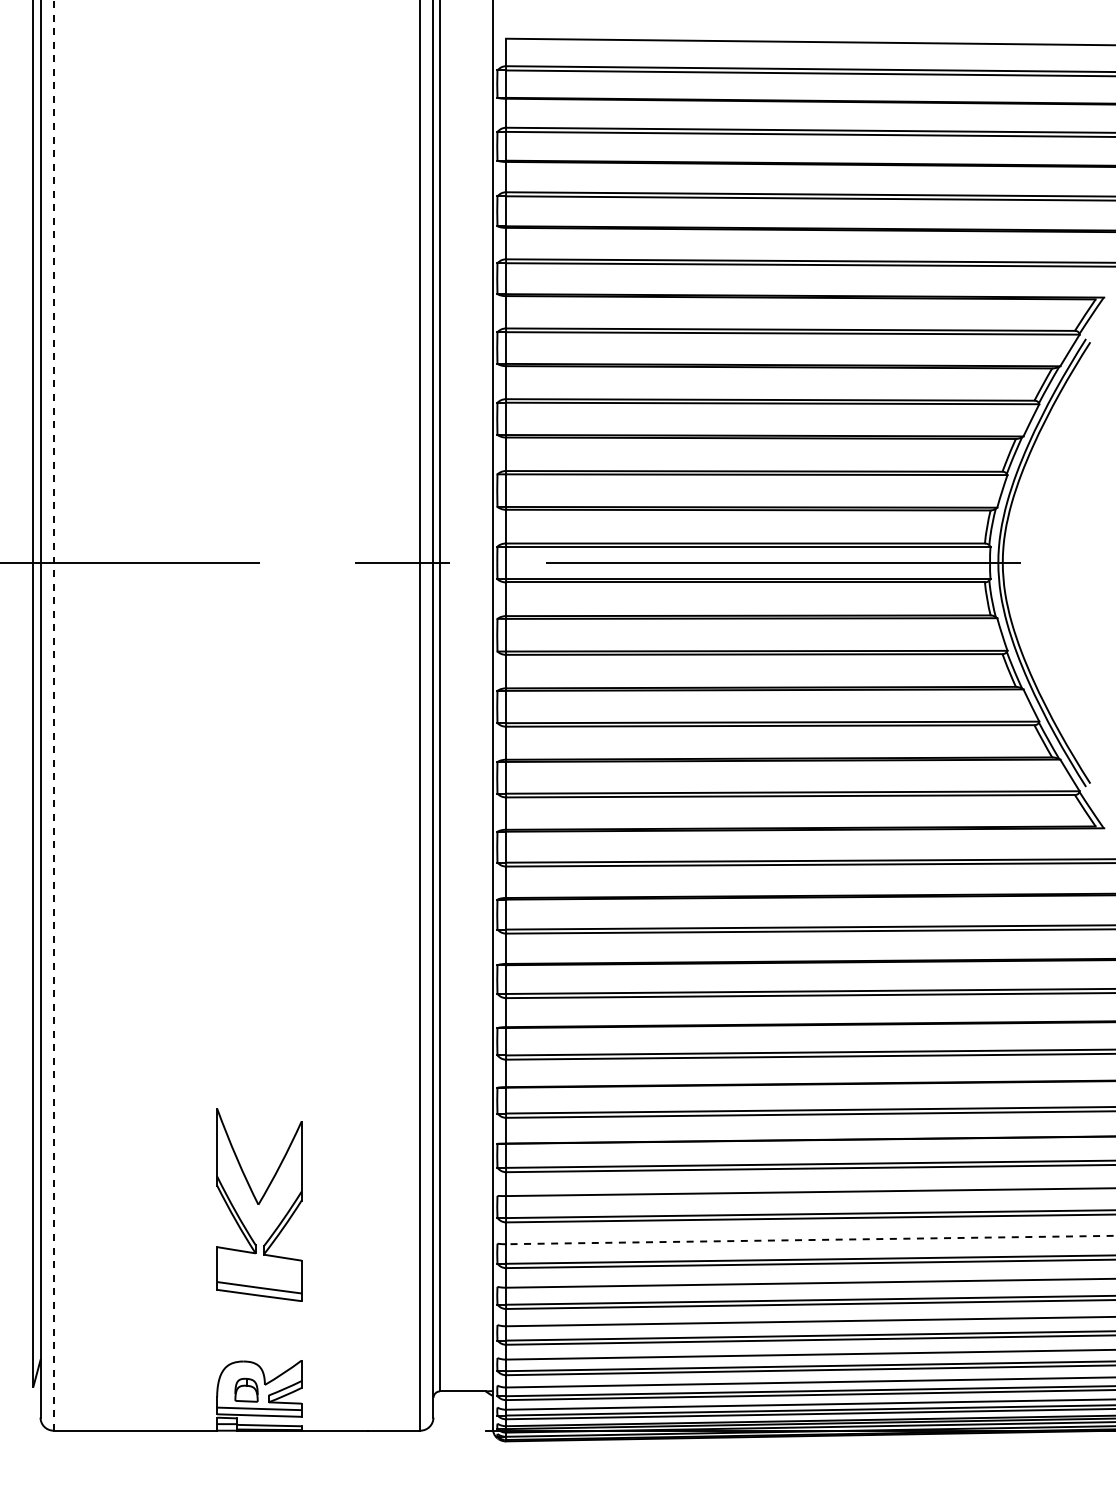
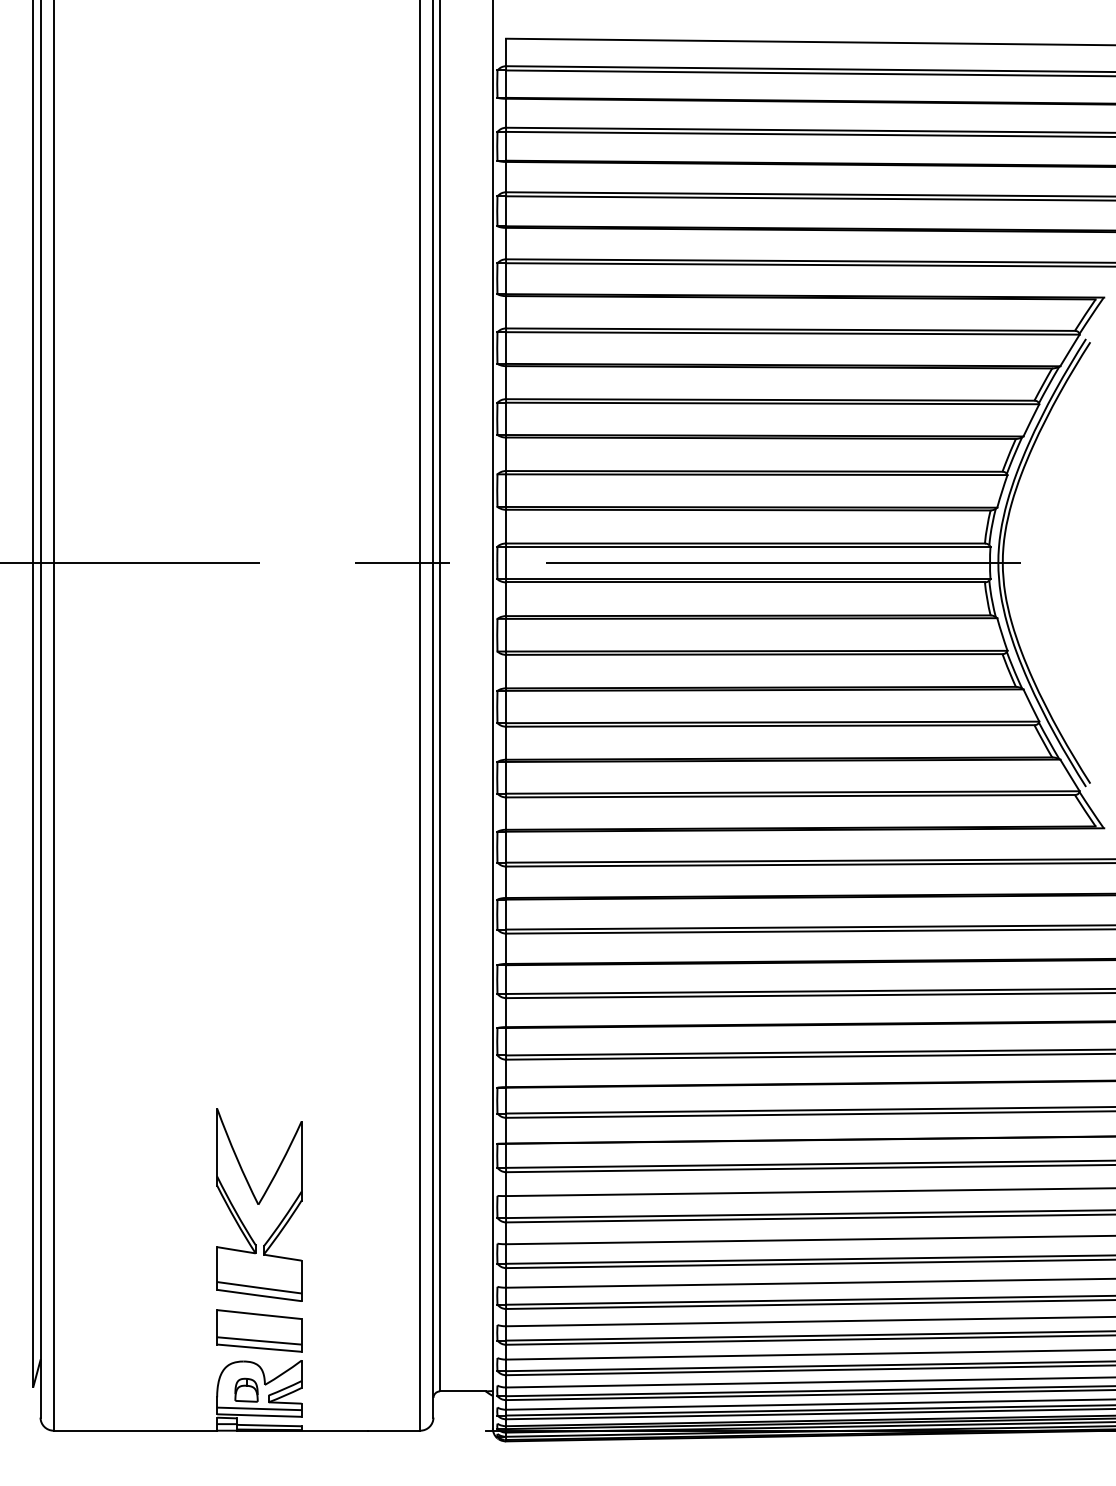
line at (53, 714): dashed -> solid
line at (810, 1240): dashed -> solid
part at (259, 1330): none -> present
